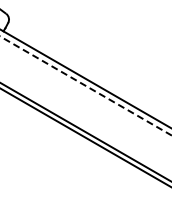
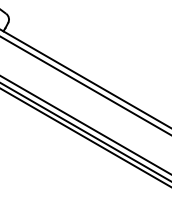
line at (85, 85): dashed -> solid
line at (85, 124): none -> present
